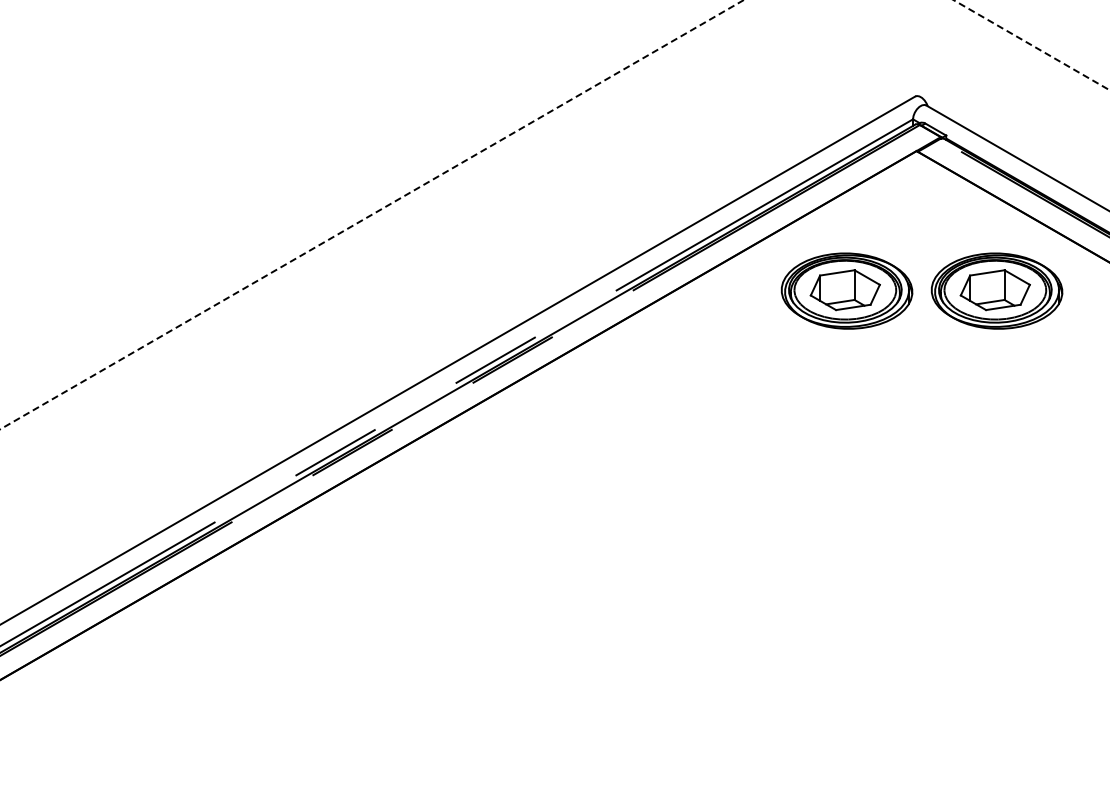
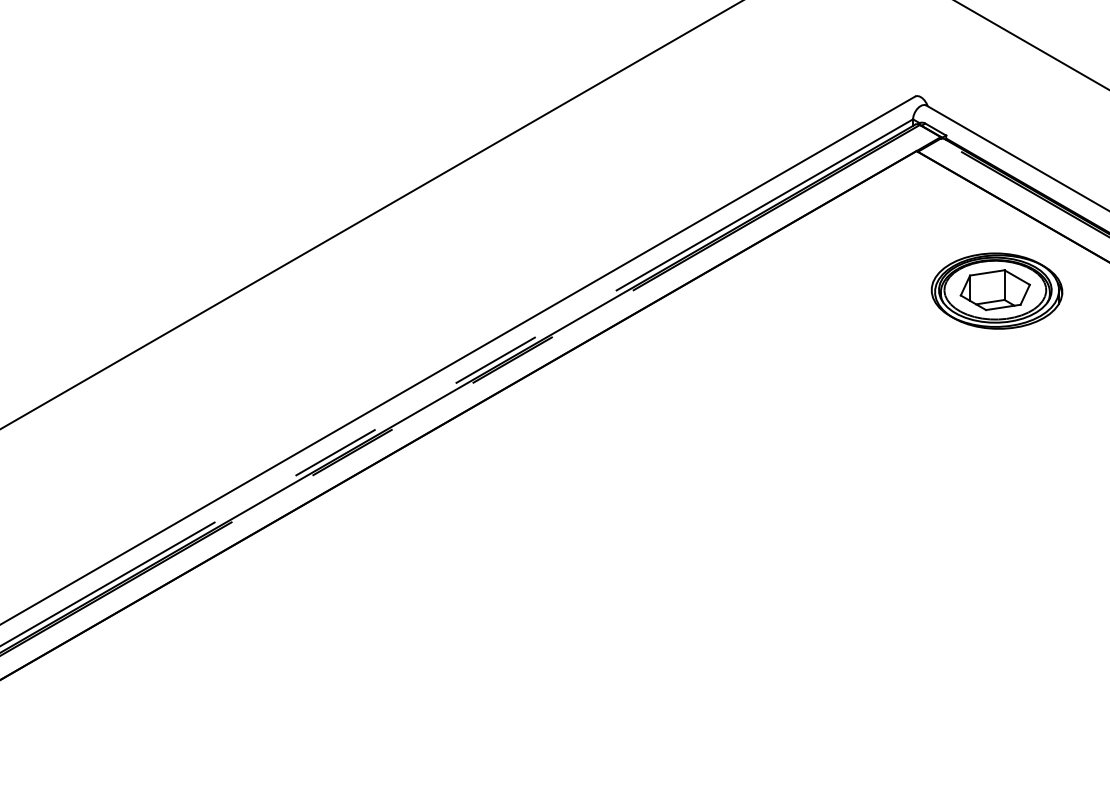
line at (1031, 45): dashed -> solid
line at (371, 215): dashed -> solid
part at (846, 290): present -> none
